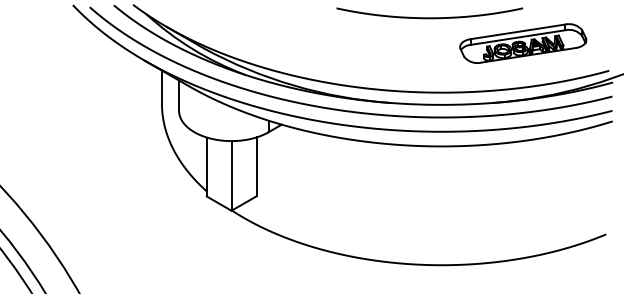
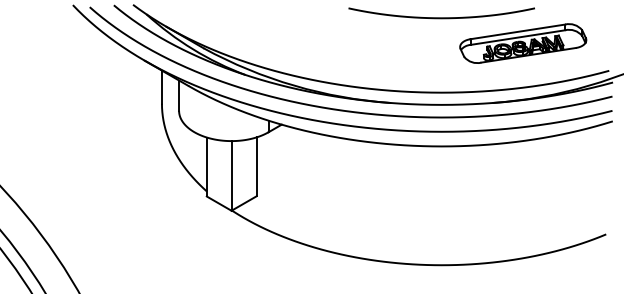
curve at (429, 17) position: (429, 17) -> (441, 17)
